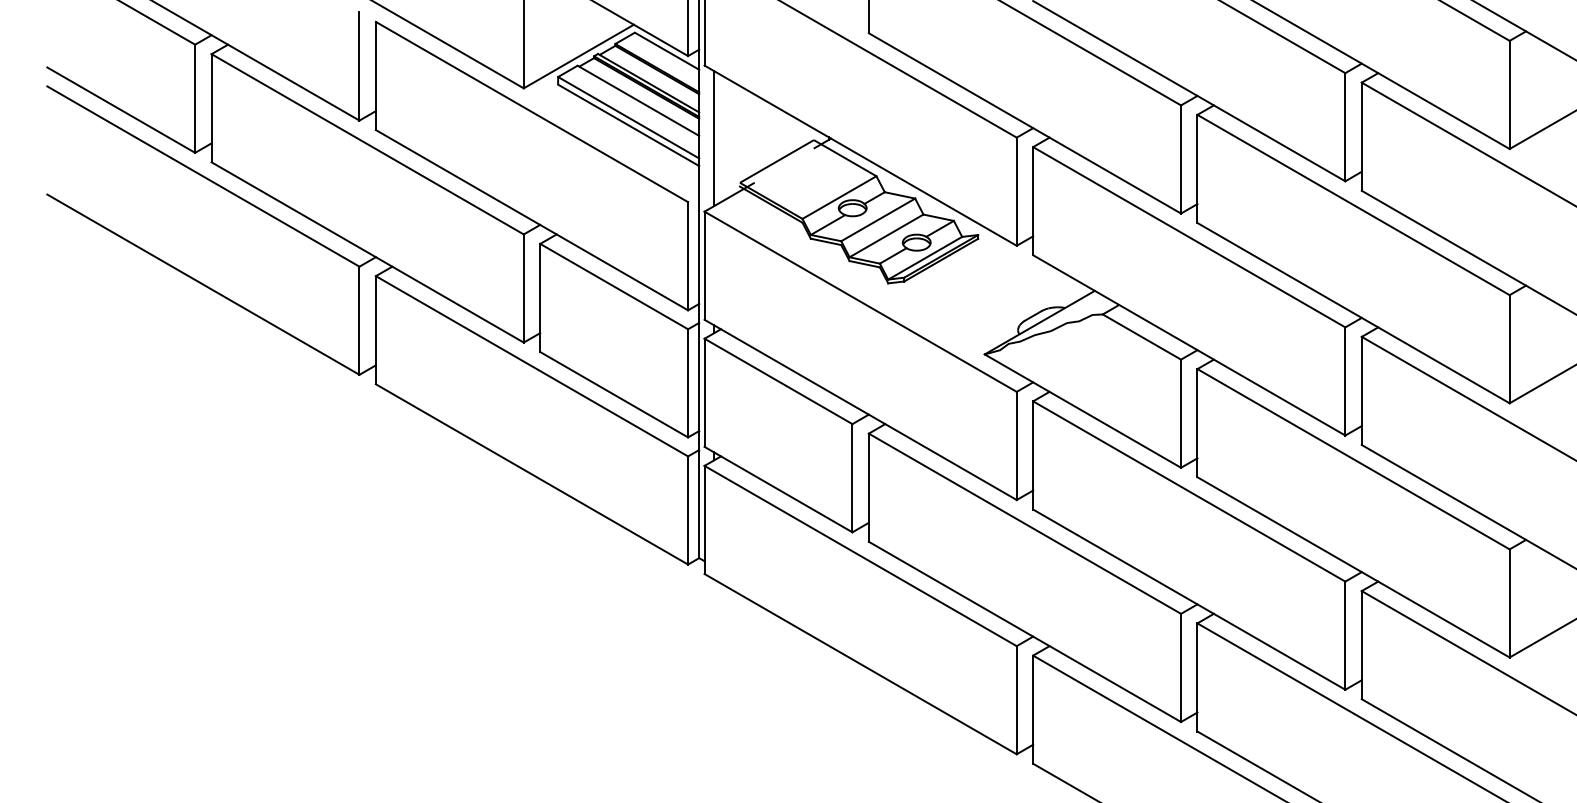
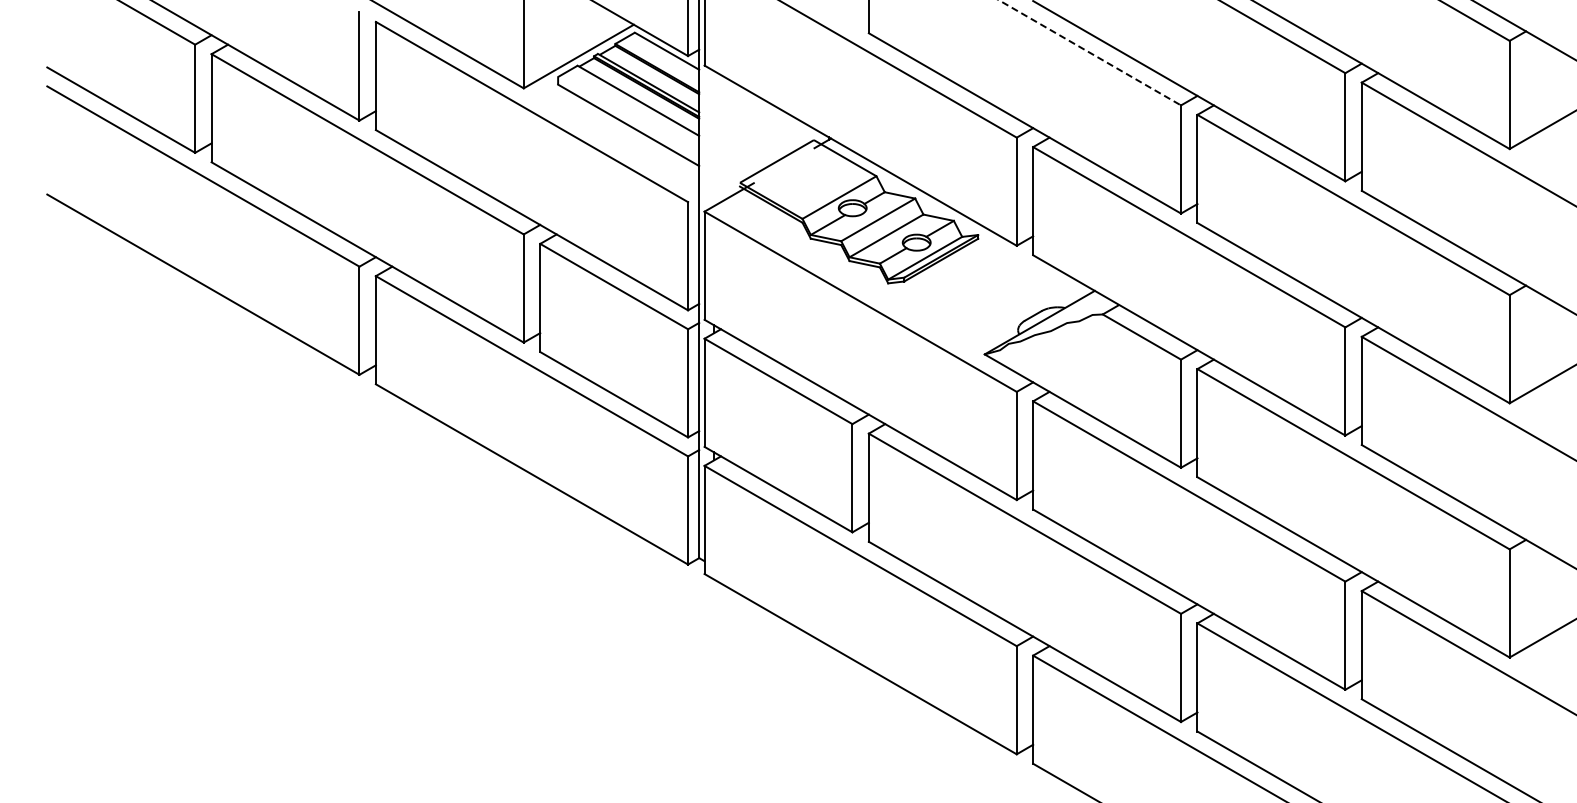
line at (1090, 52): solid -> dashed
line at (628, 117): present -> none
line at (713, 138): present -> none
